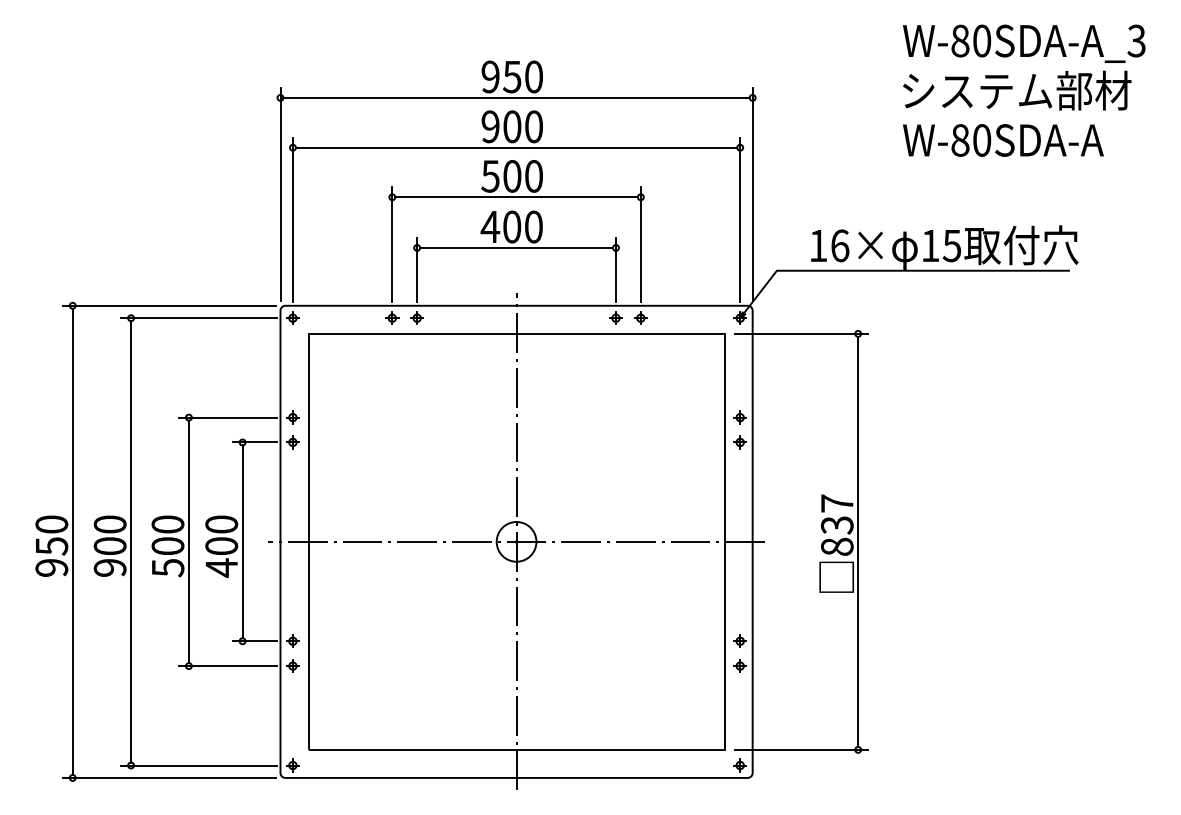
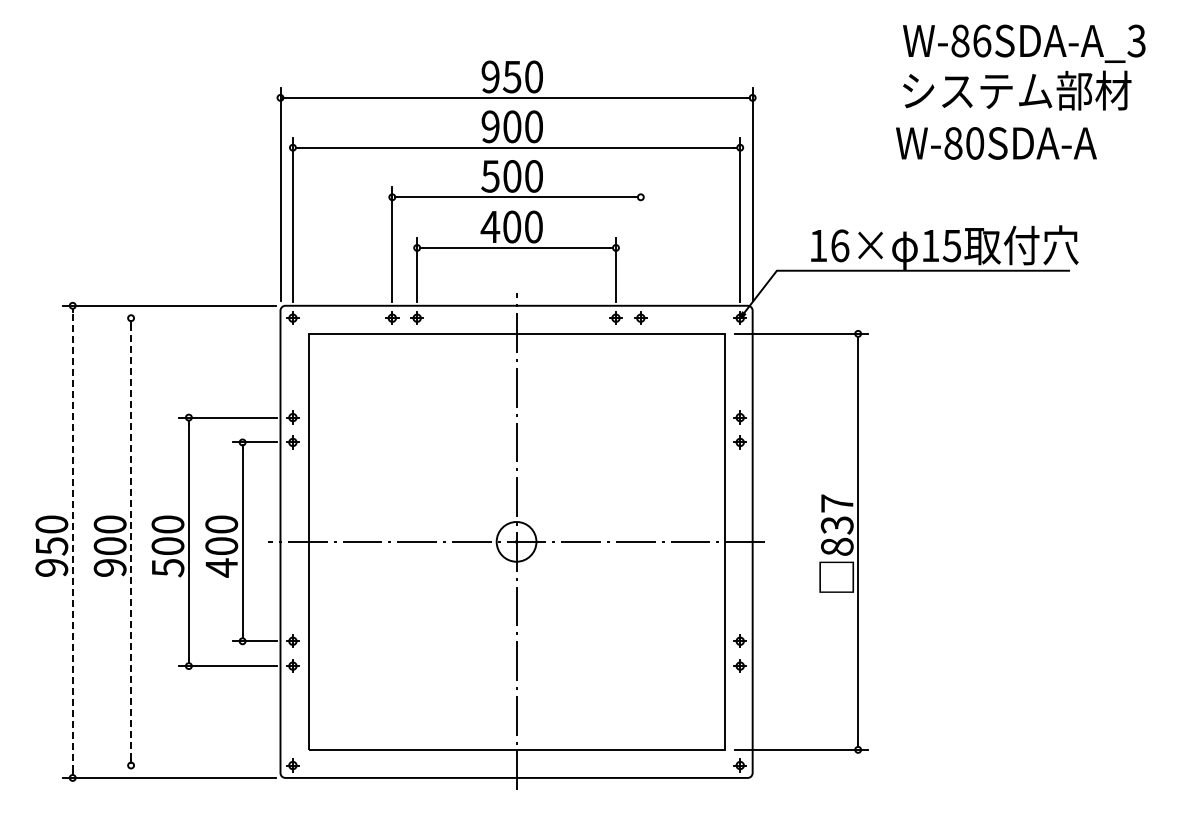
text at (982, 40): W-80SDA-A_3 -> W-86SDA-A_3
text at (1003, 140) position: (1003, 140) -> (996, 143)
line at (640, 244): present -> none
line at (198, 318): present -> none
line at (72, 541): solid -> dashed
line at (131, 541): solid -> dashed
line at (198, 765): present -> none
